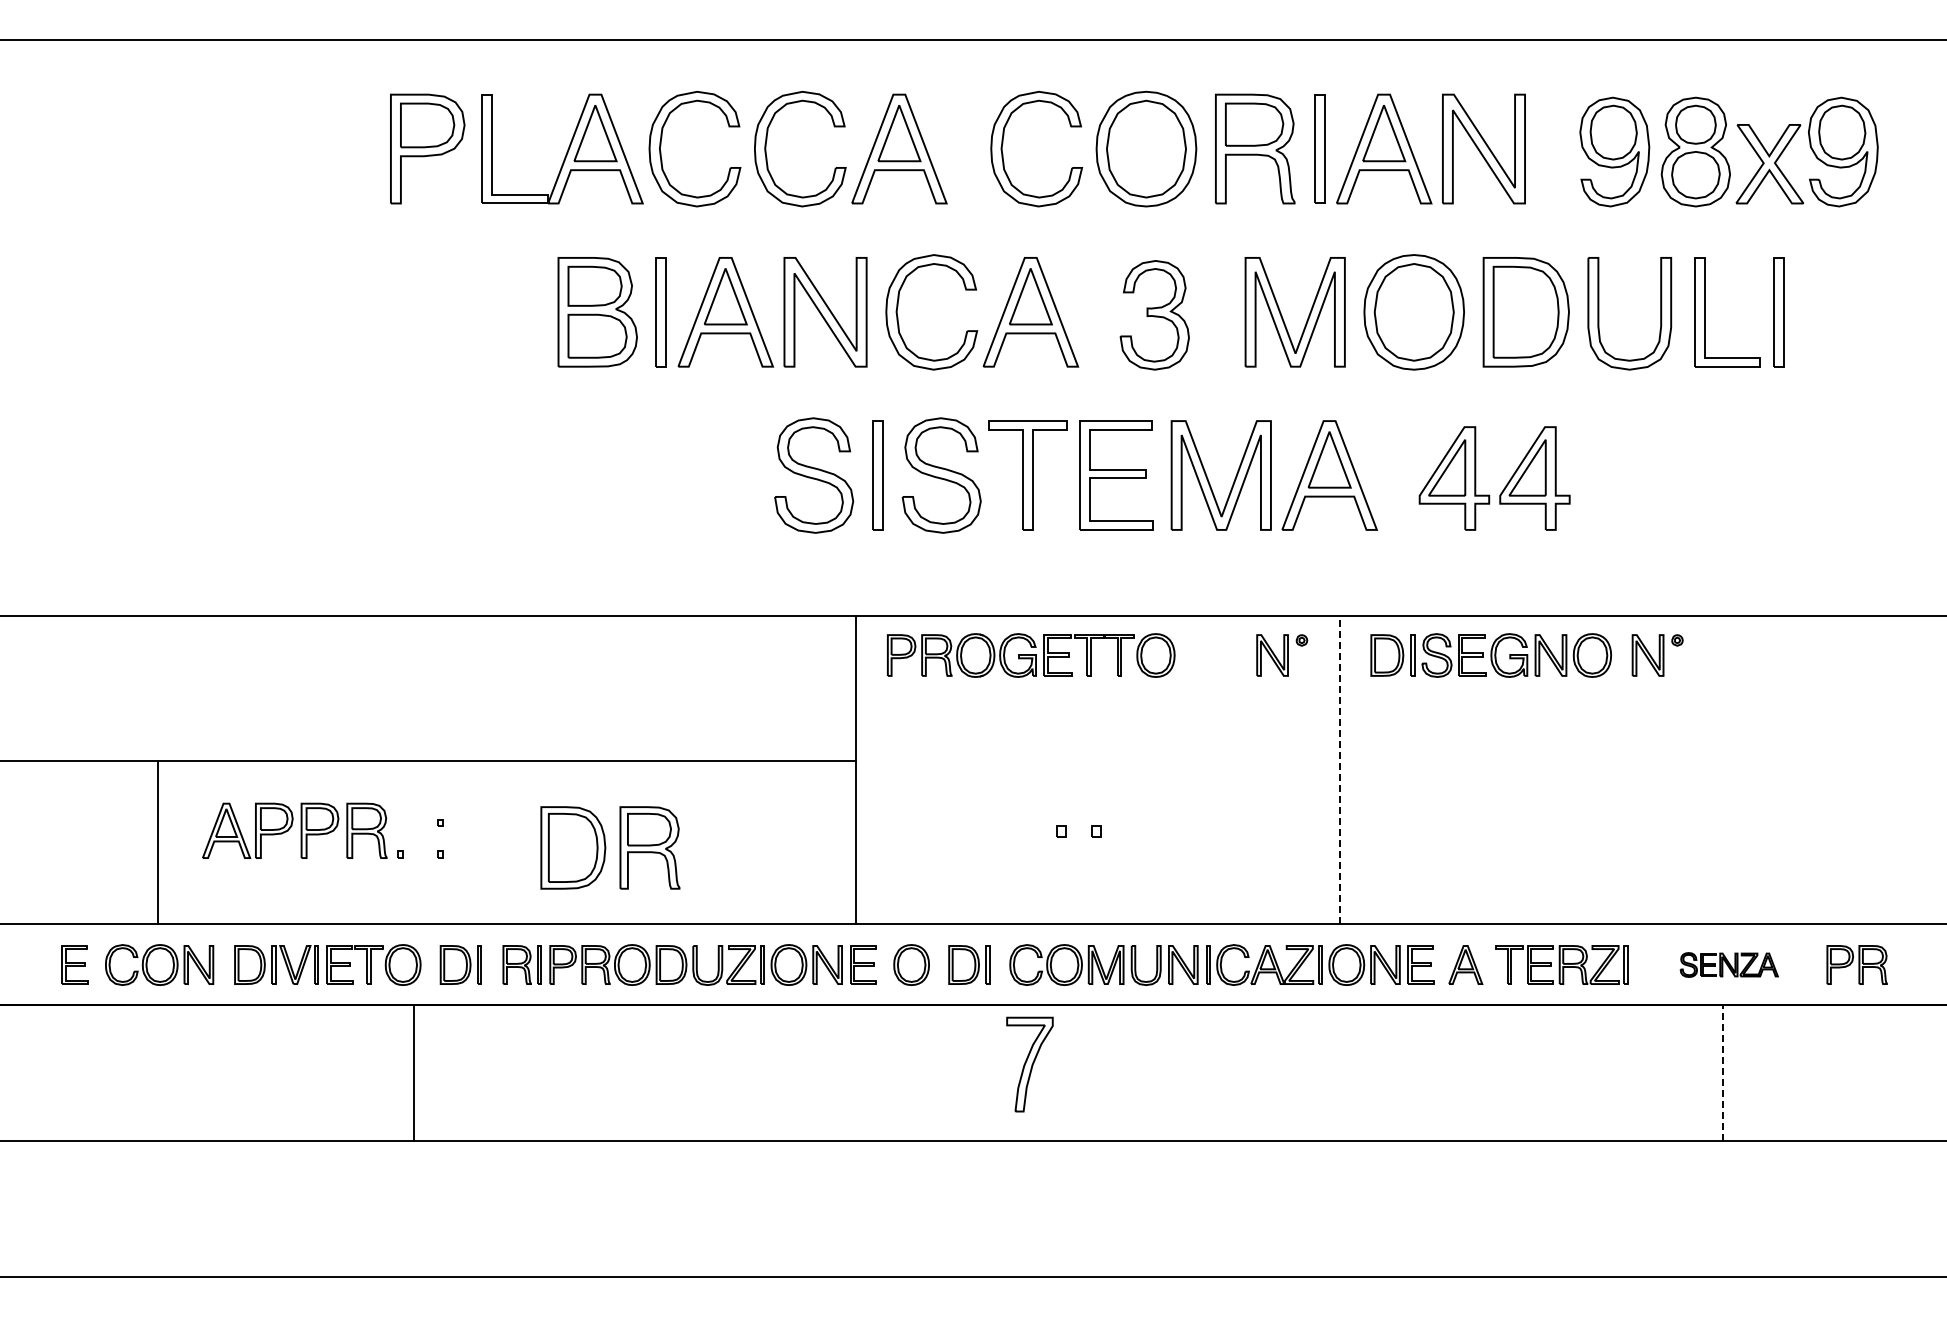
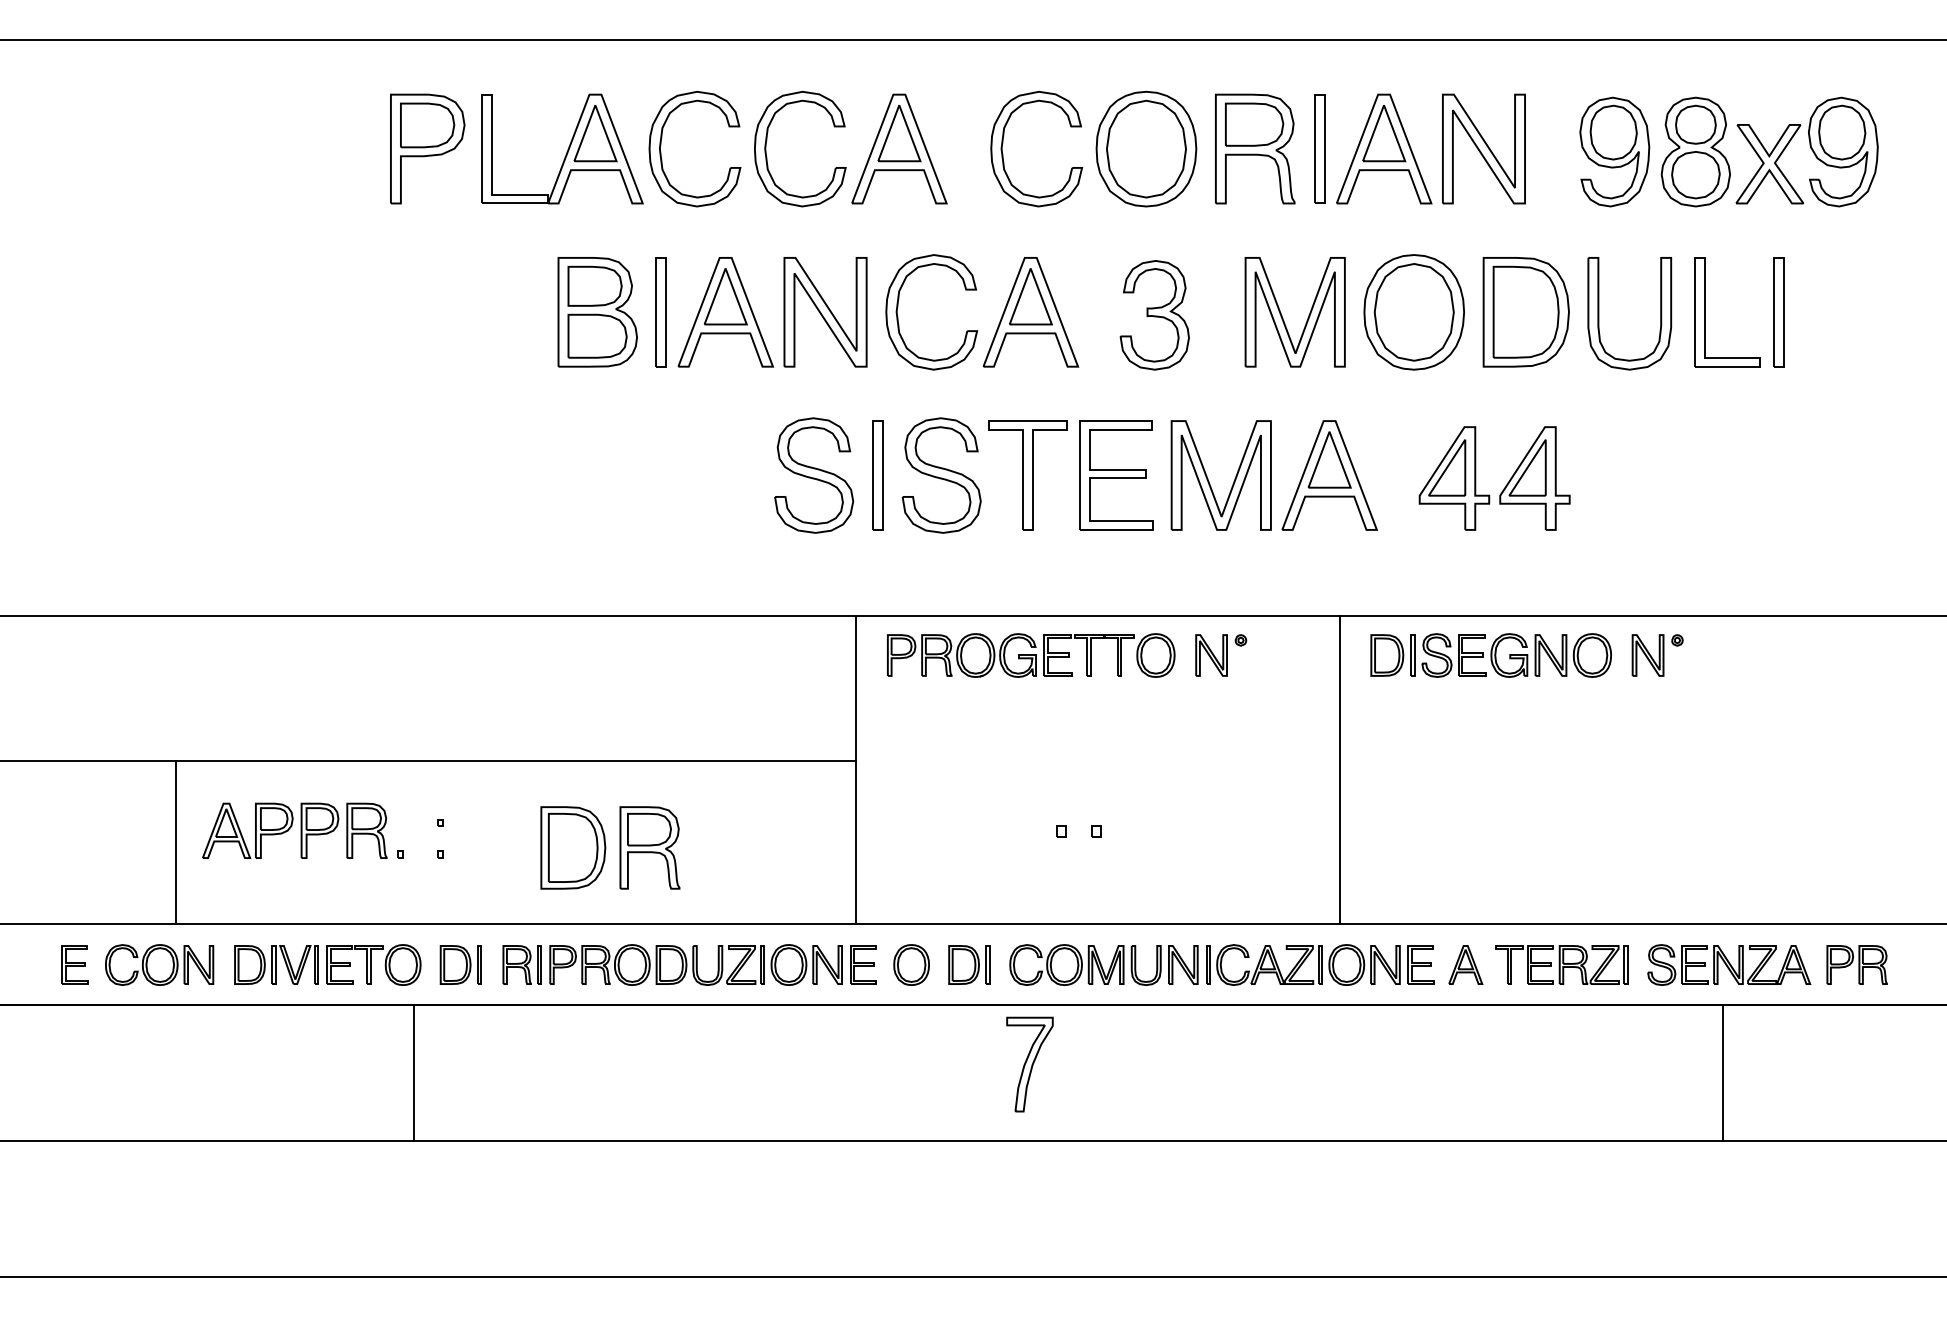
part at (1282, 655) position: (1282, 655) -> (1221, 655)
line at (1339, 770): dashed -> solid
line at (158, 841) position: (158, 841) -> (176, 841)
part at (1728, 964) size: 100x26 px -> 165x42 px
line at (1723, 1072): dashed -> solid
